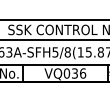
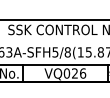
line at (54, 39): present -> none
text at (74, 73): VQ036 -> VQ026
